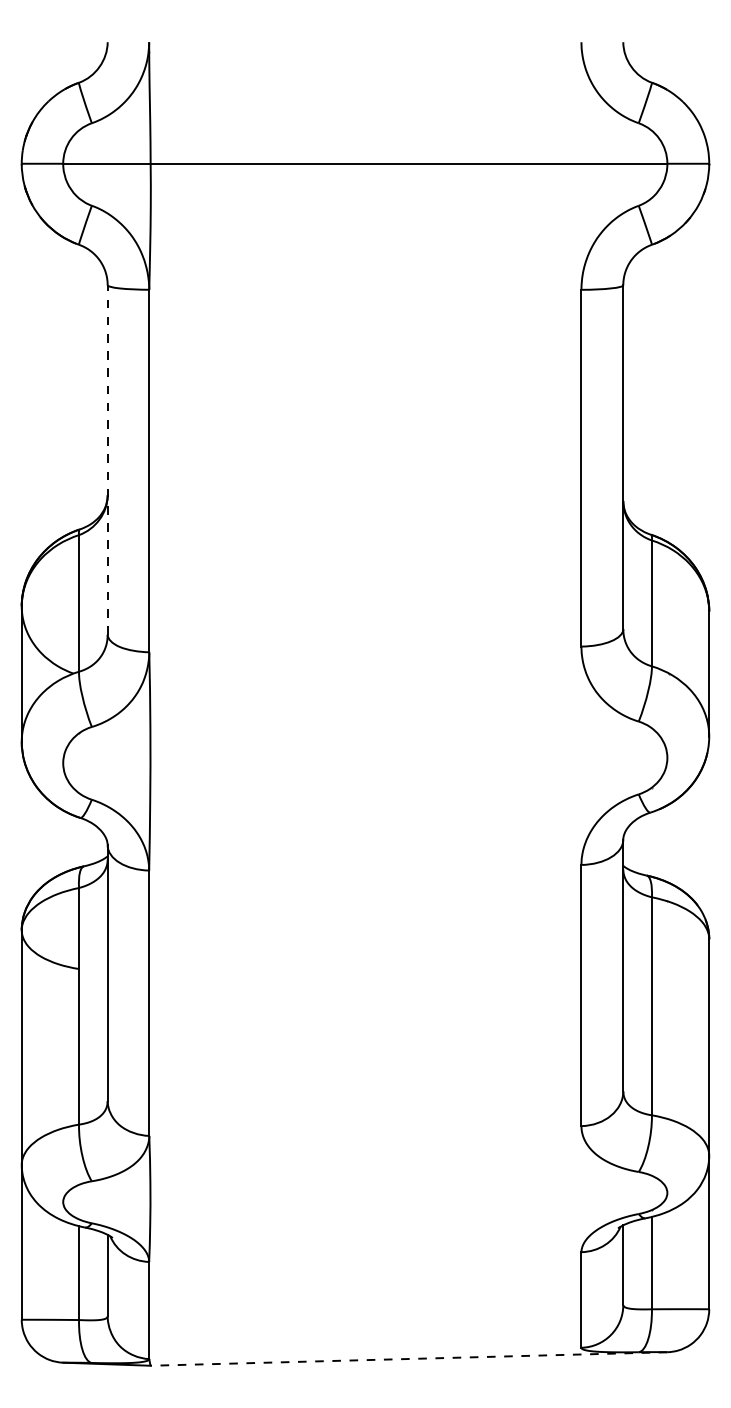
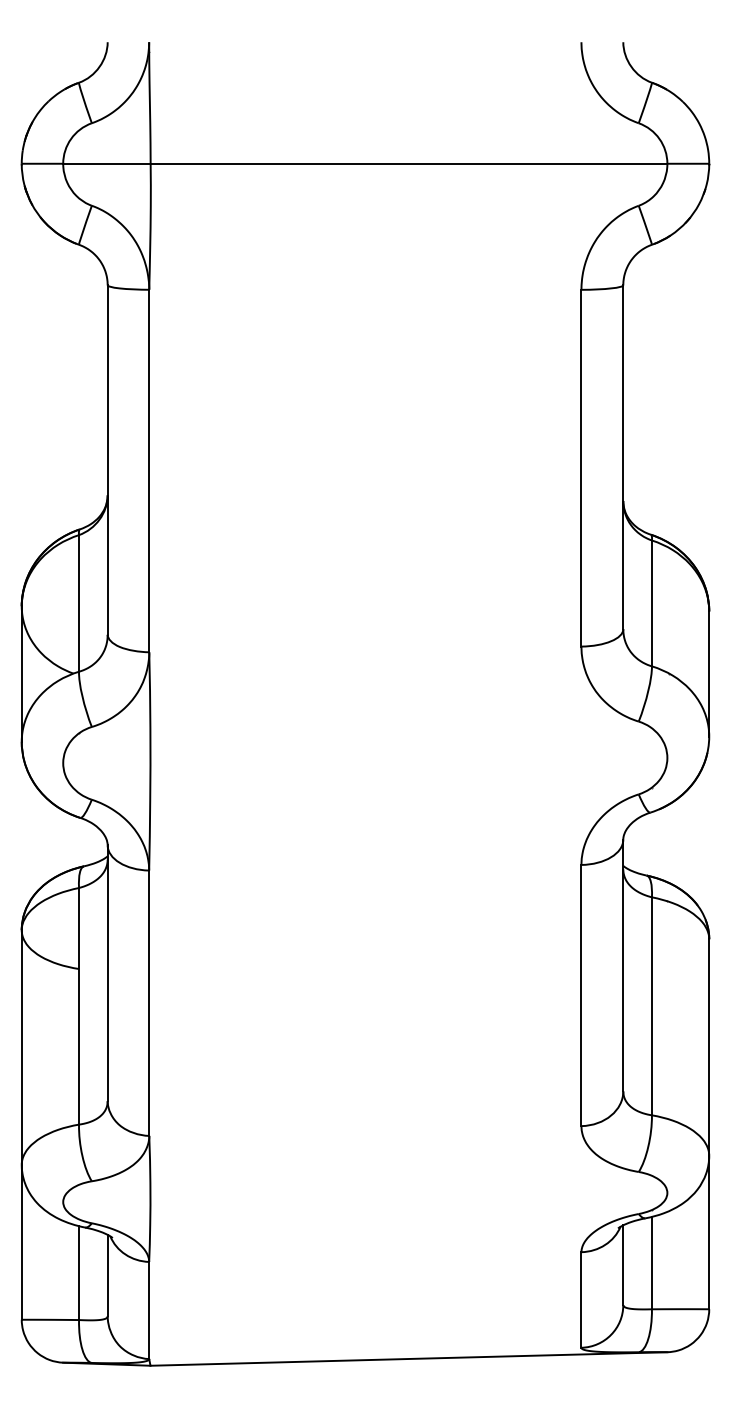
line at (107, 460): dashed -> solid
line at (408, 1358): dashed -> solid
